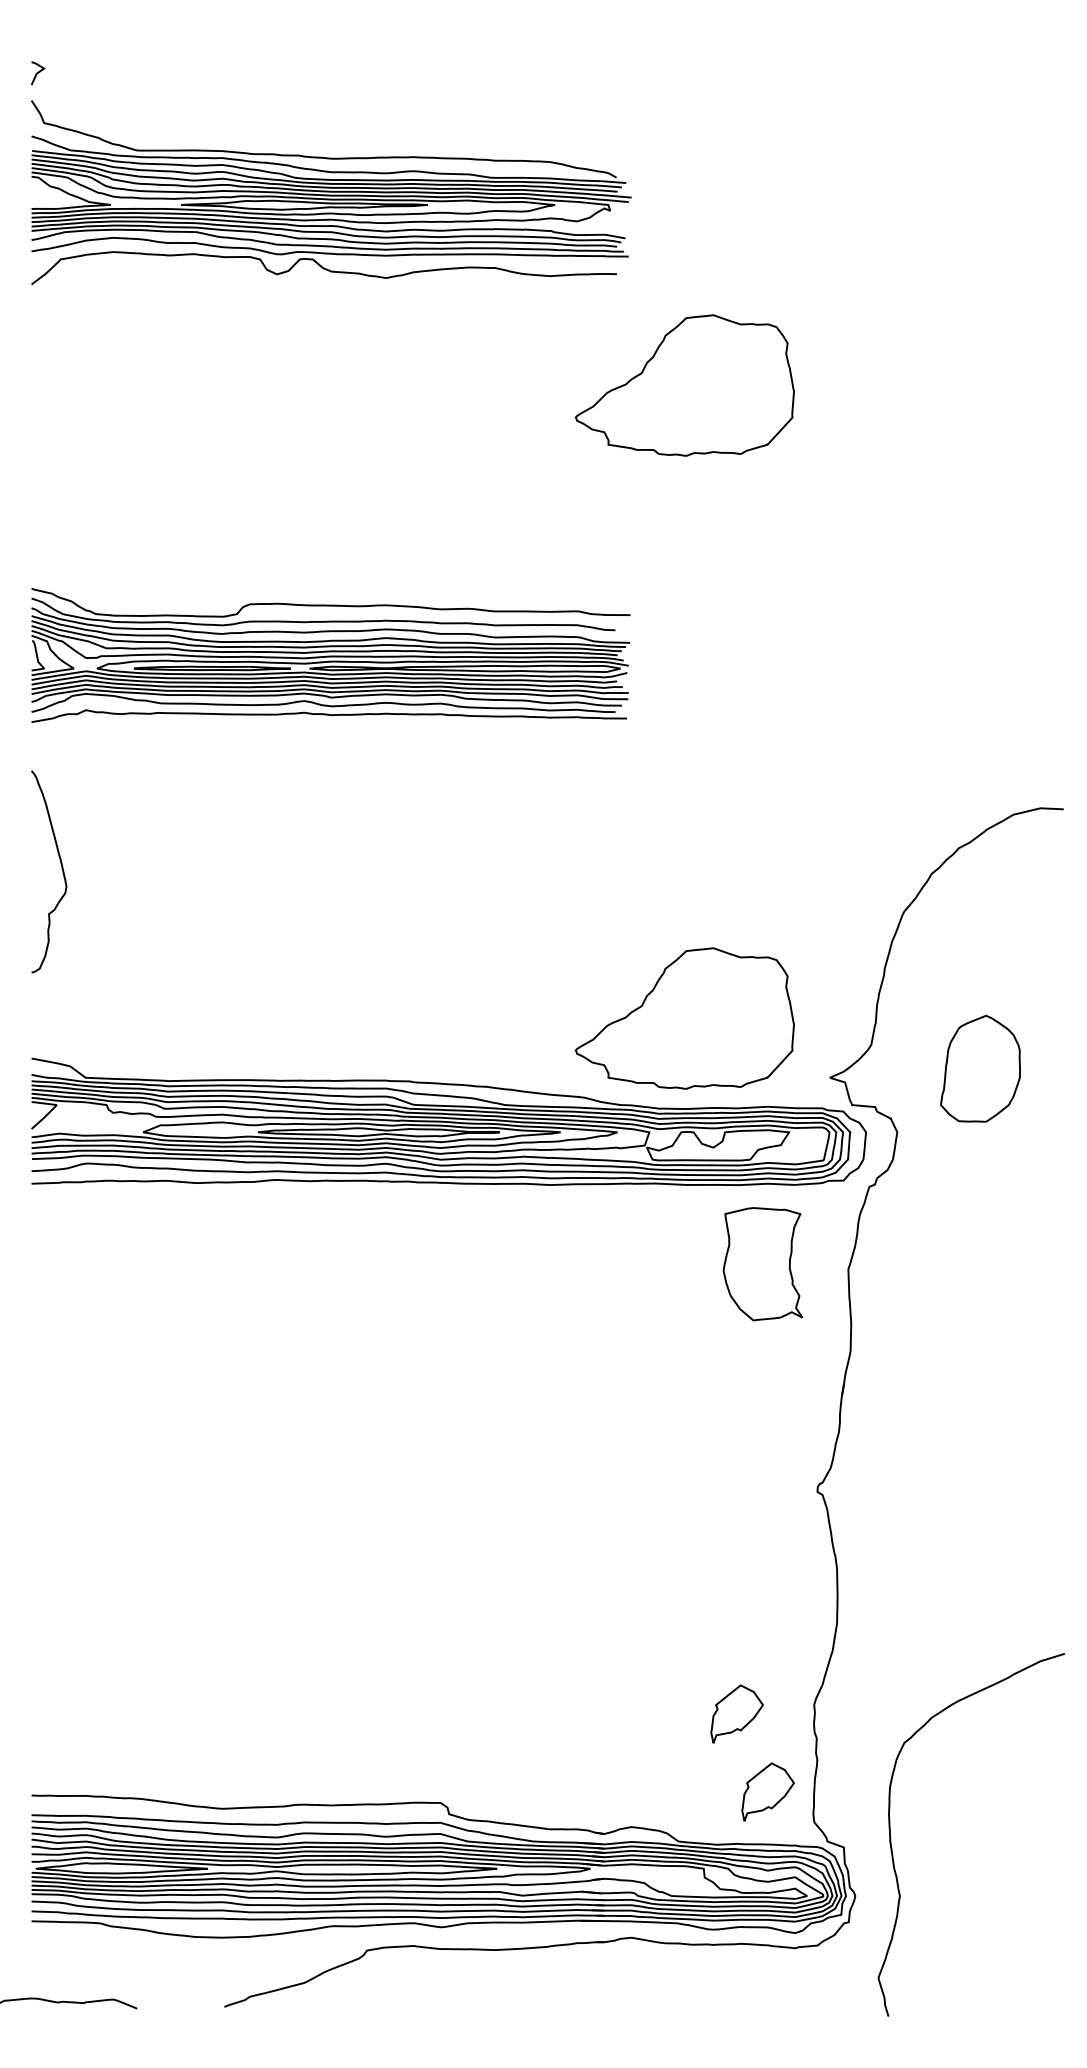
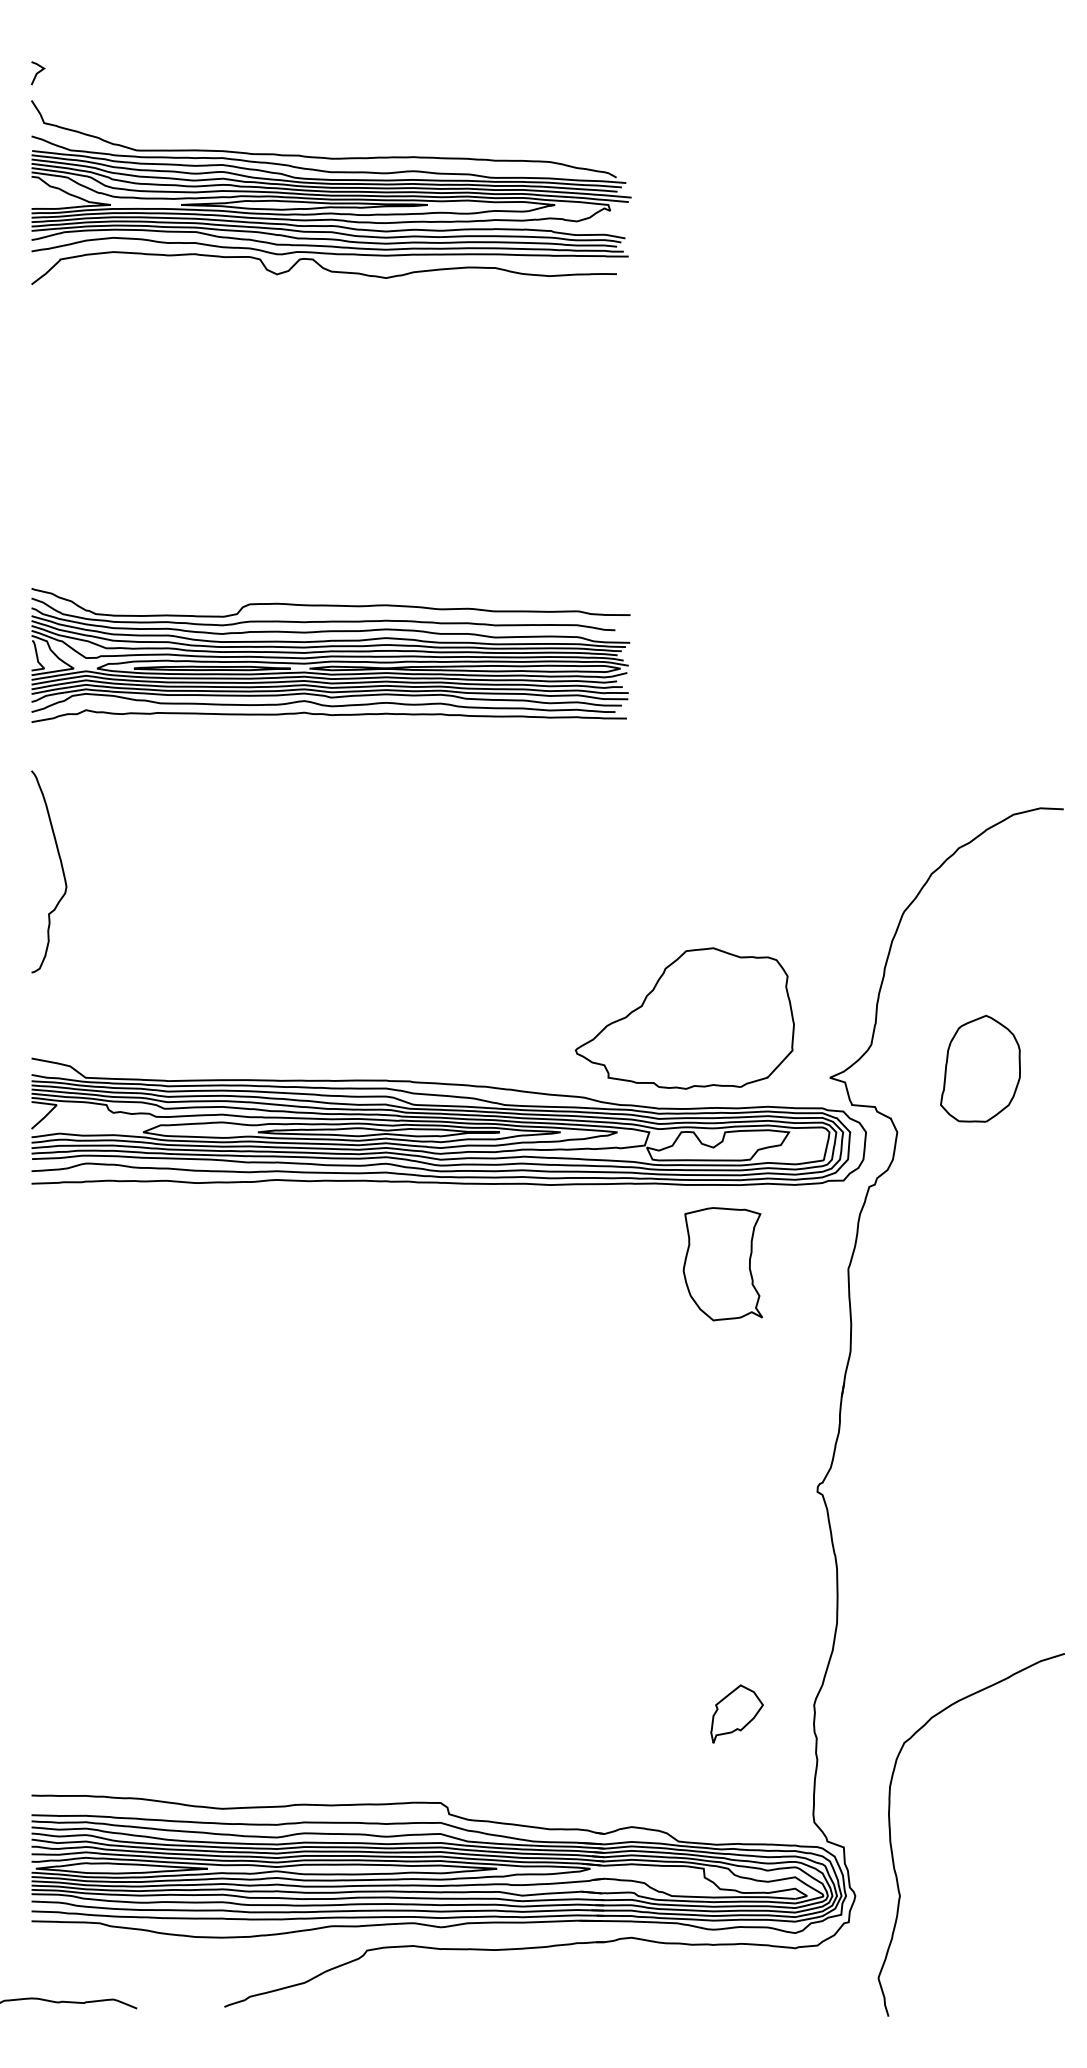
part at (684, 385): present -> none
part at (762, 1264) position: (762, 1264) -> (722, 1264)
part at (767, 1791): present -> none
